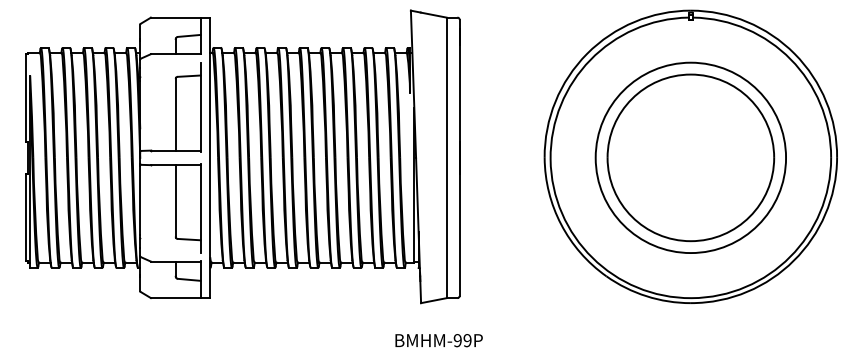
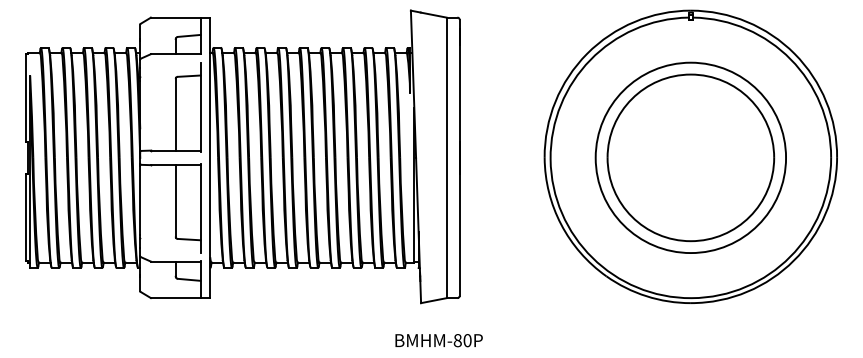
text at (462, 340): BMHM-99P -> BMHM-80P
